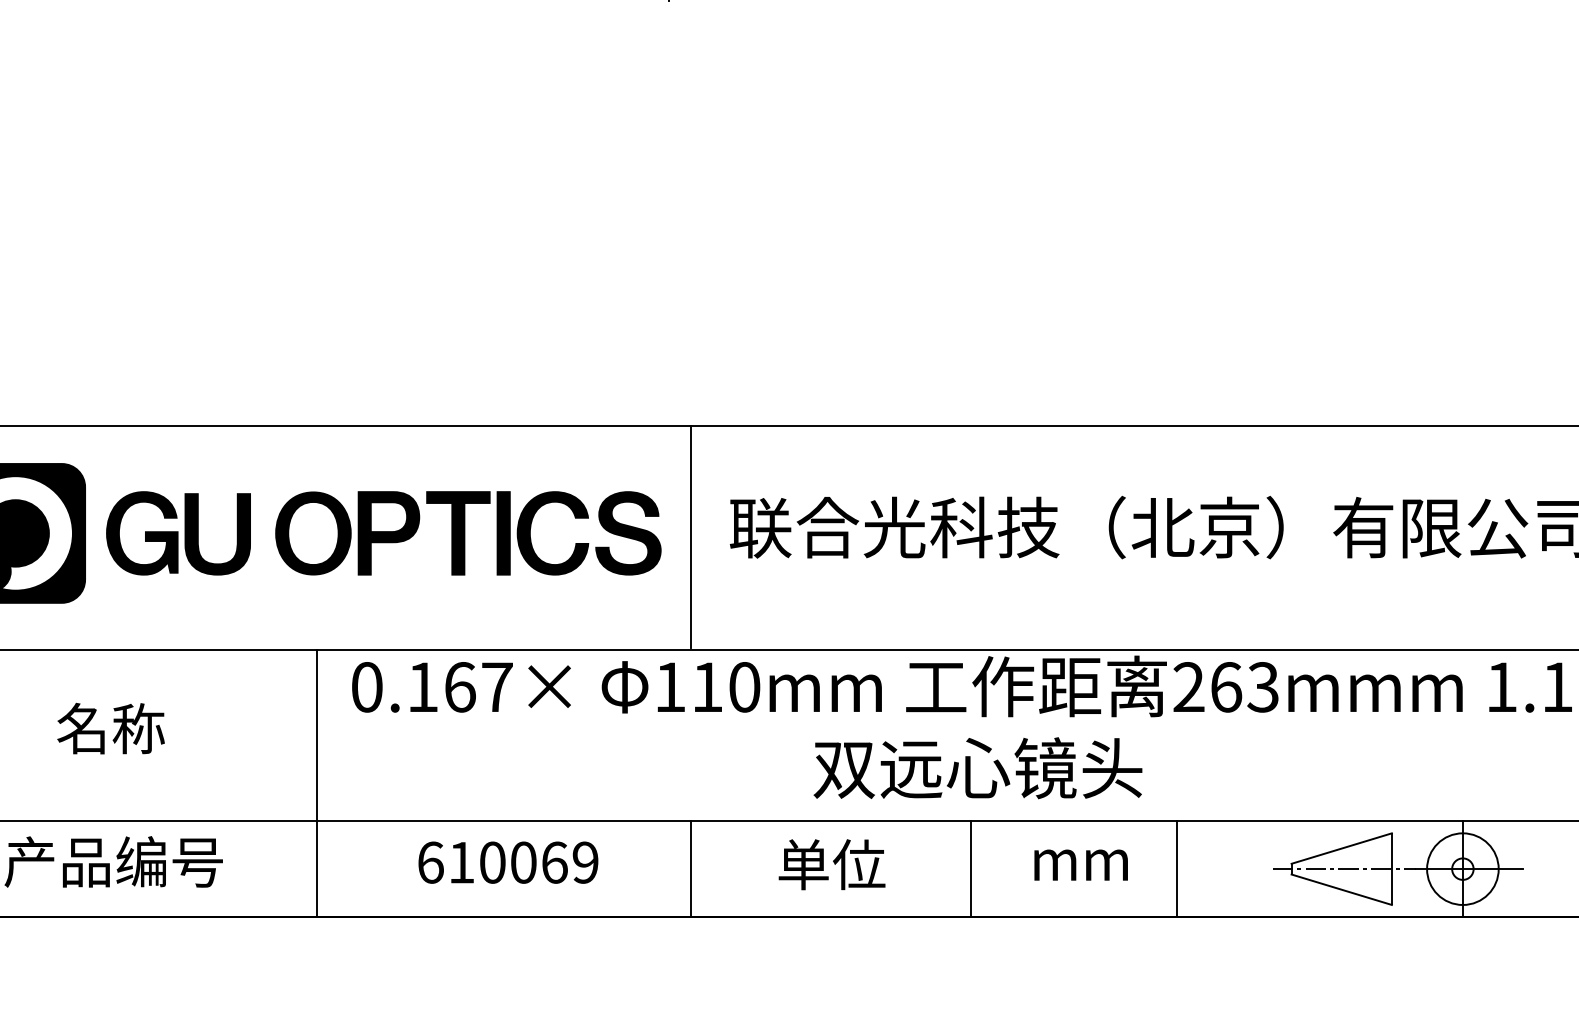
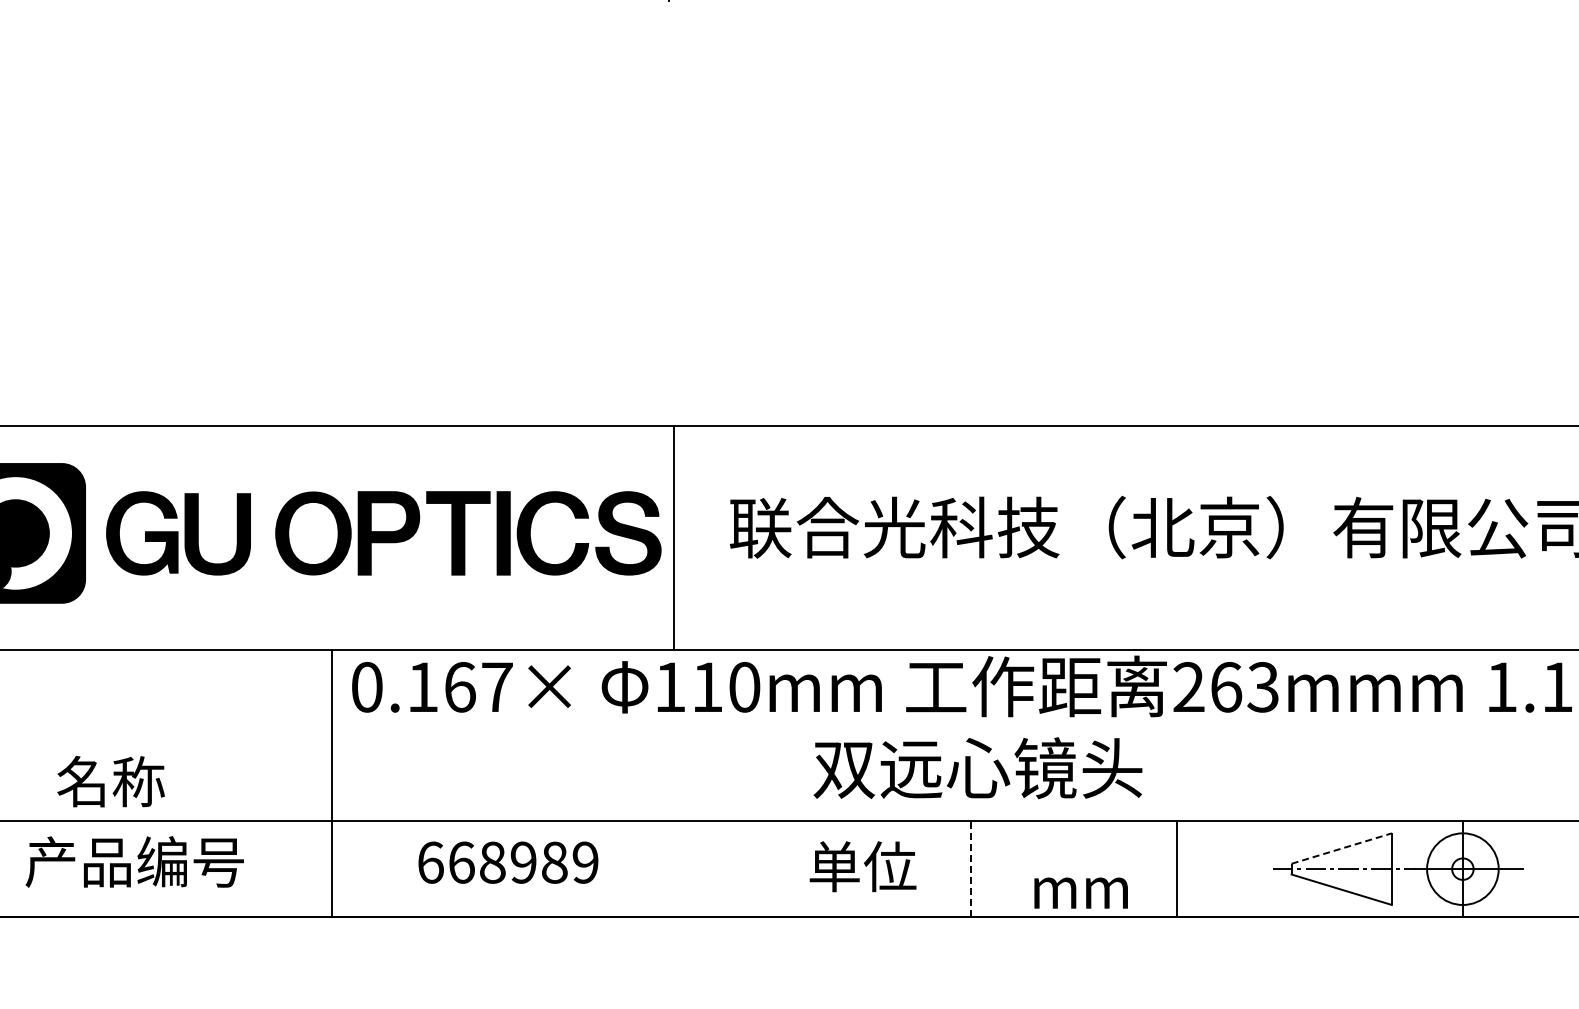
line at (691, 536) position: (691, 536) -> (674, 536)
text at (110, 728) position: (110, 728) -> (110, 781)
line at (316, 782) position: (316, 782) -> (331, 782)
line at (1342, 848): solid -> dashed
text at (113, 861) position: (113, 861) -> (134, 861)
text at (508, 862): 610069 -> 668989
text at (831, 864) position: (831, 864) -> (862, 866)
text at (1080, 864) position: (1080, 864) -> (1080, 892)
line at (691, 868): present -> none
line at (971, 869): solid -> dashed
